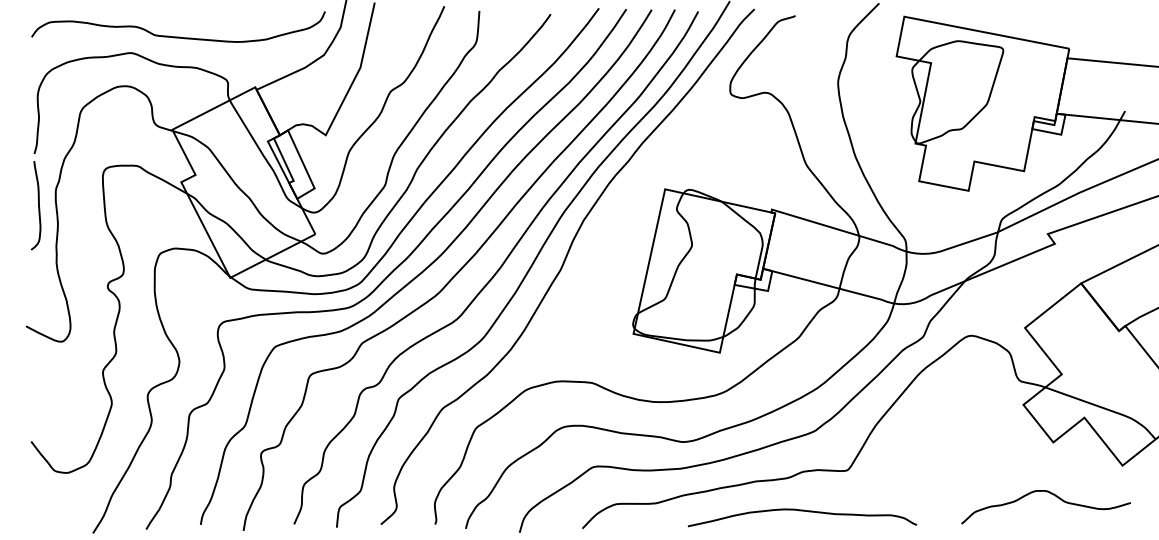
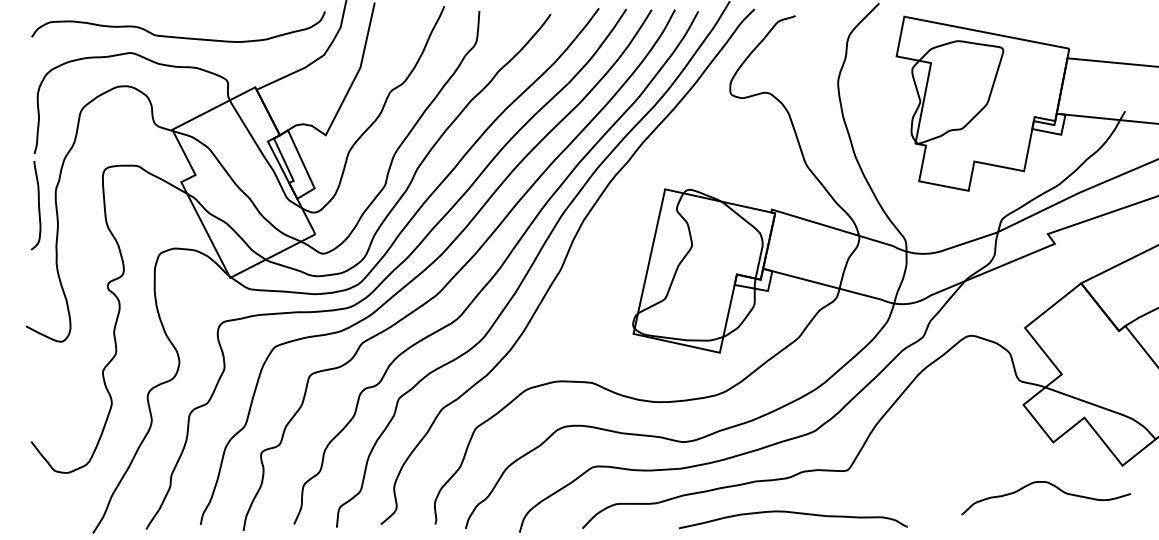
curve at (1051, 494) position: (1051, 494) -> (1051, 485)
curve at (802, 511) position: (802, 511) -> (793, 513)
